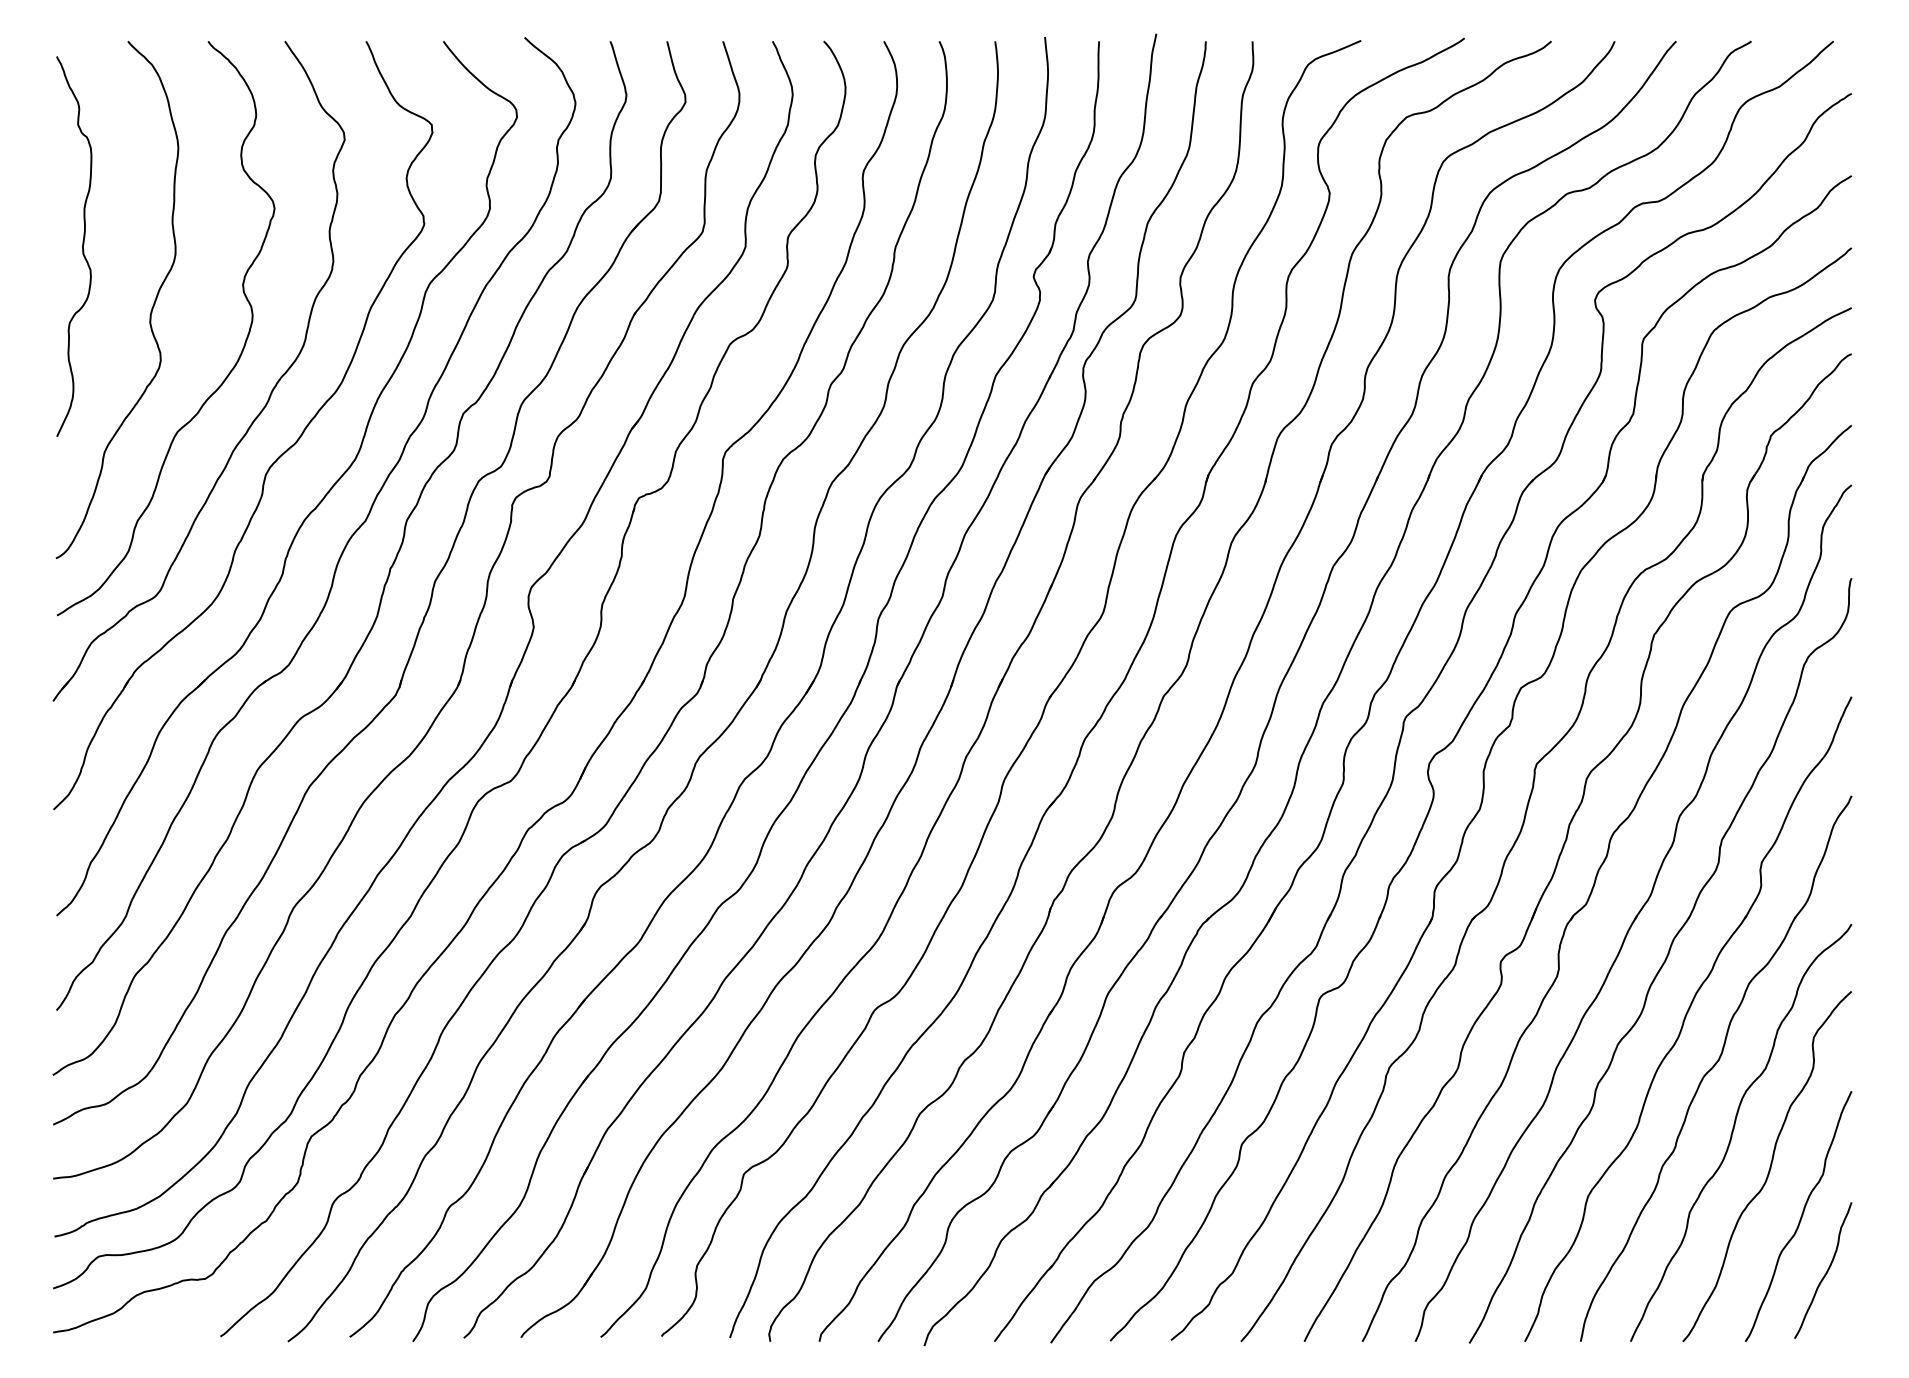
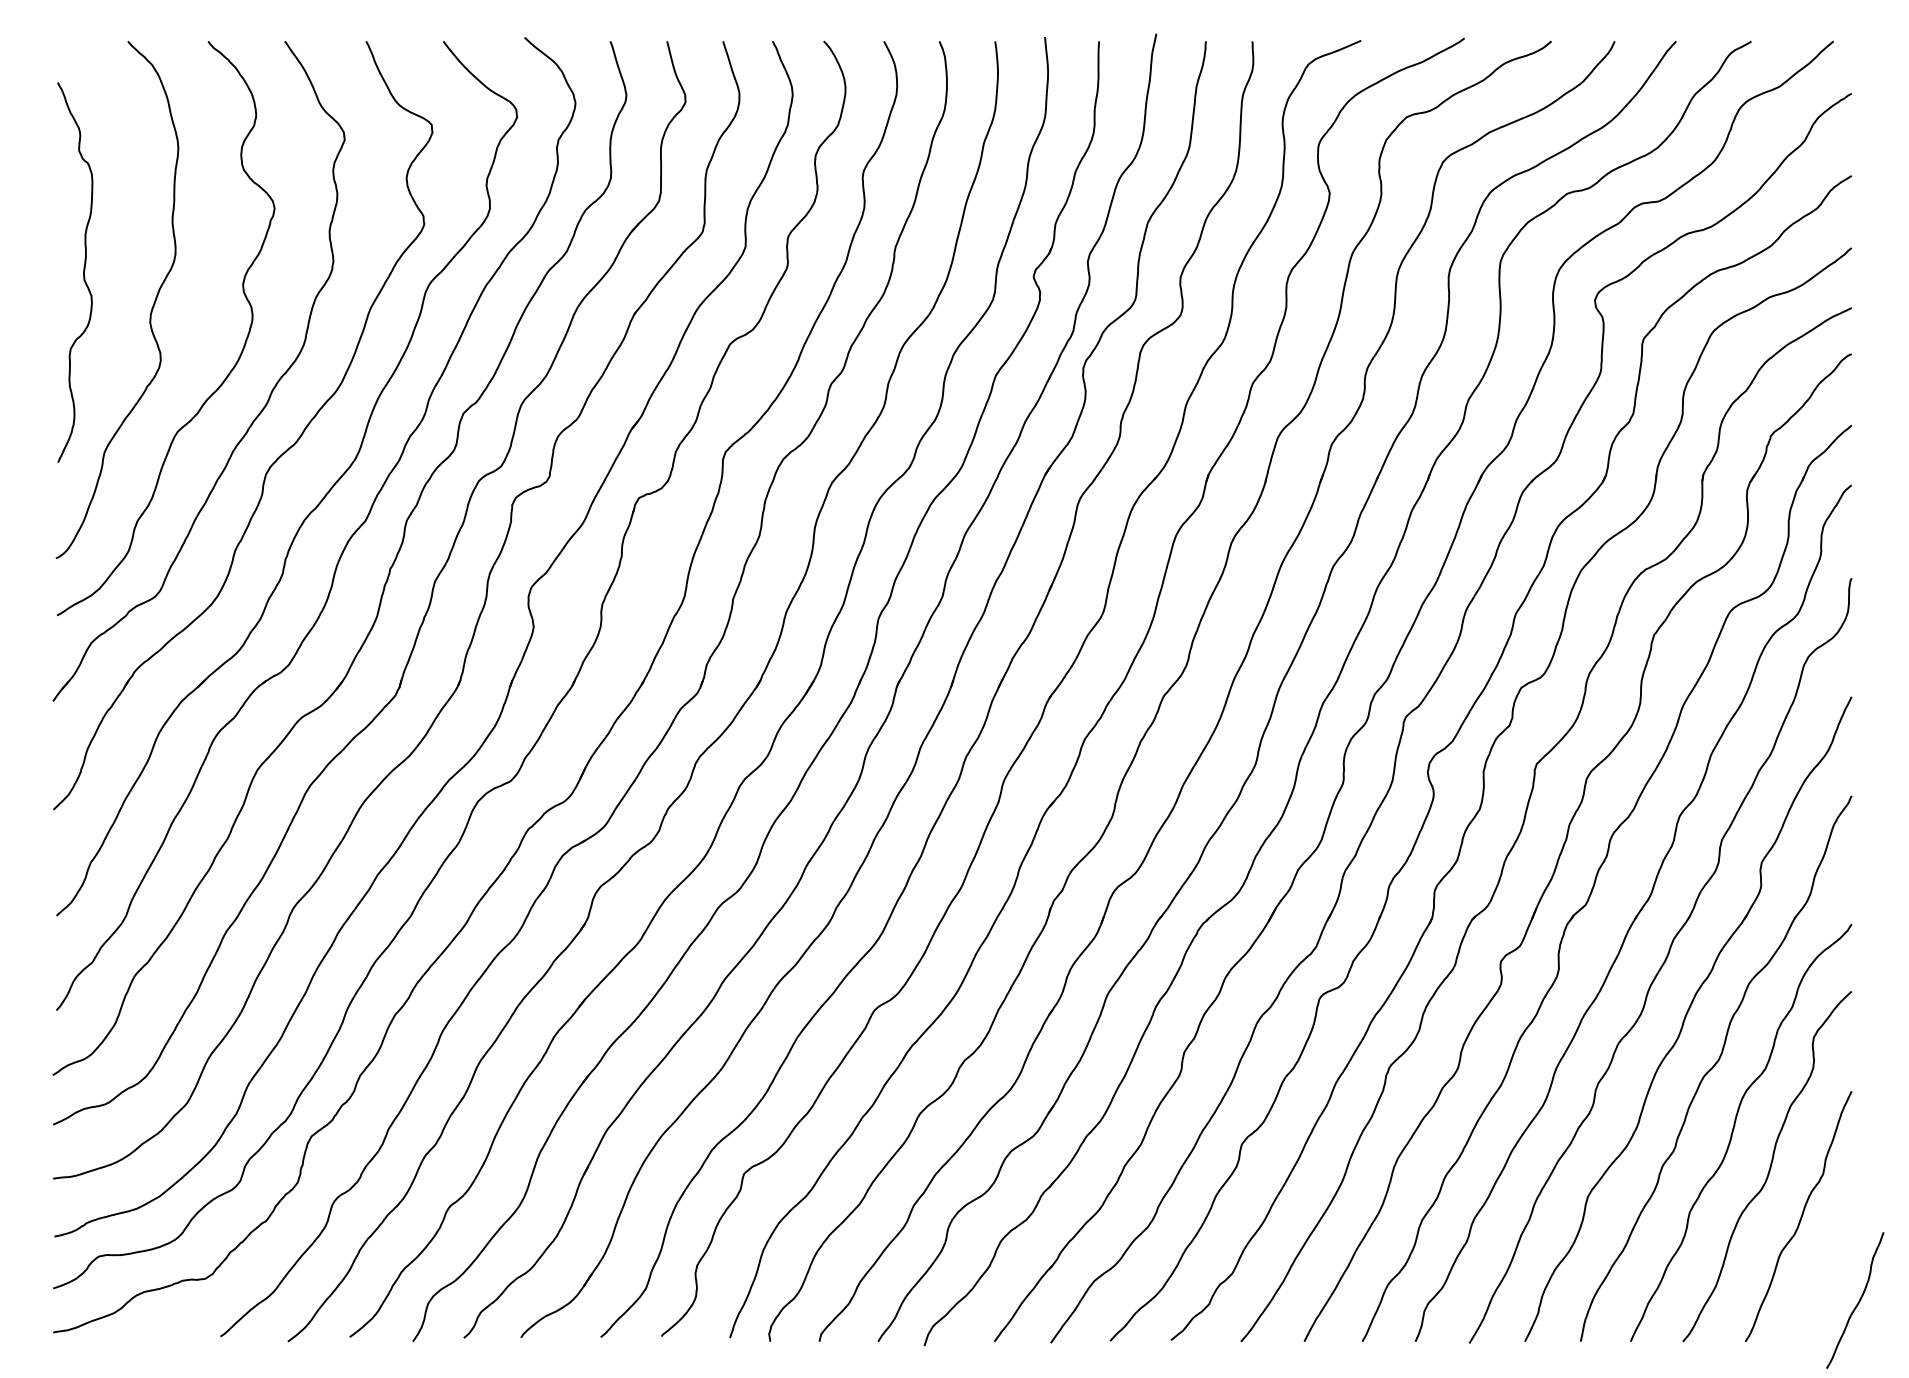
curve at (82, 246) position: (82, 246) -> (83, 272)
curve at (1825, 1272) position: (1825, 1272) -> (1857, 1302)
